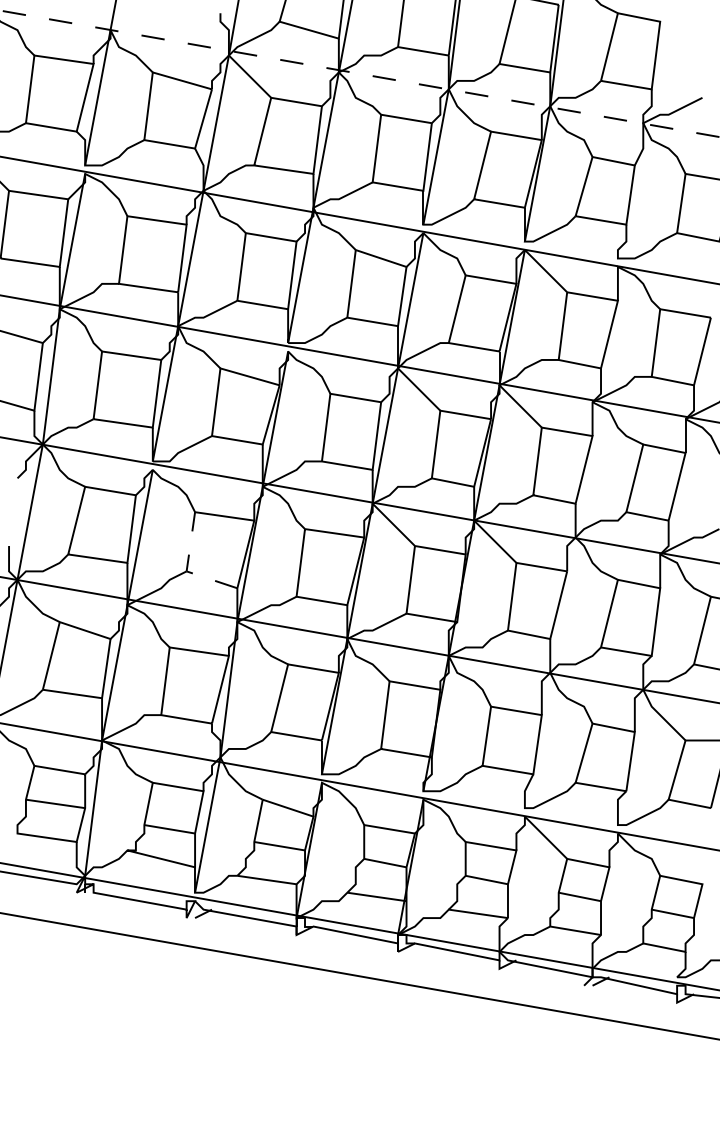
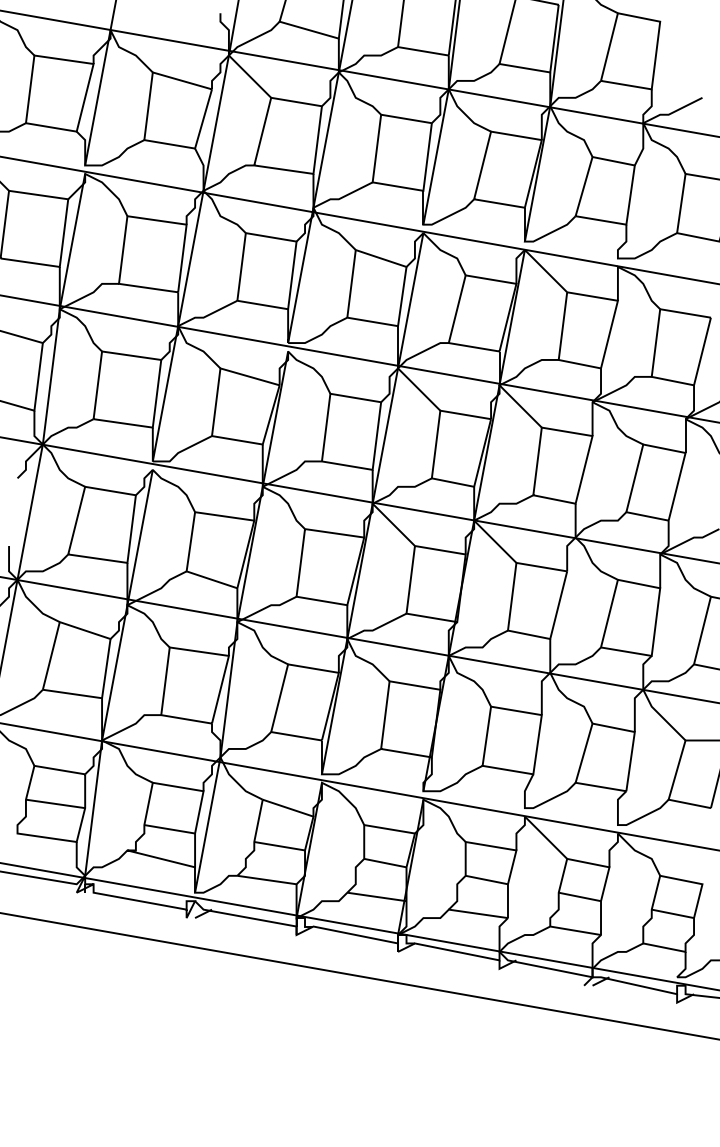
line at (359, 73): dashed -> solid
line at (187, 568): dashed -> solid
